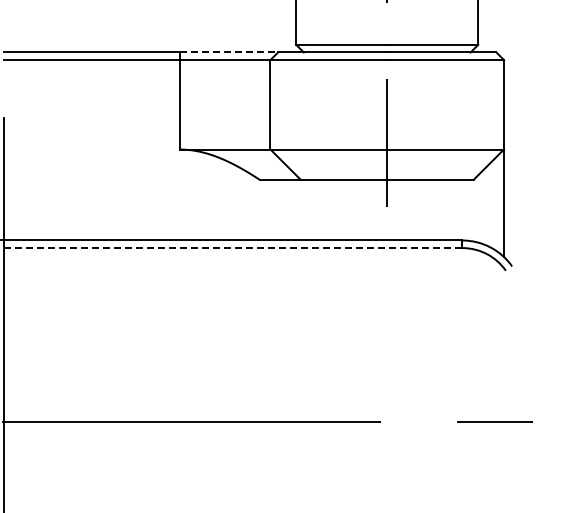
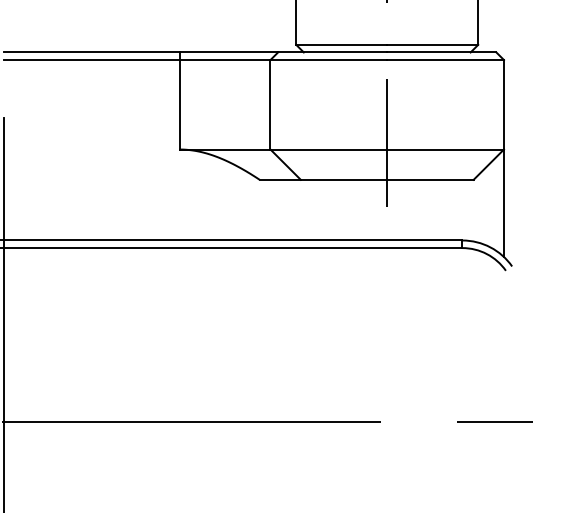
line at (229, 52): dashed -> solid
line at (231, 248): dashed -> solid
